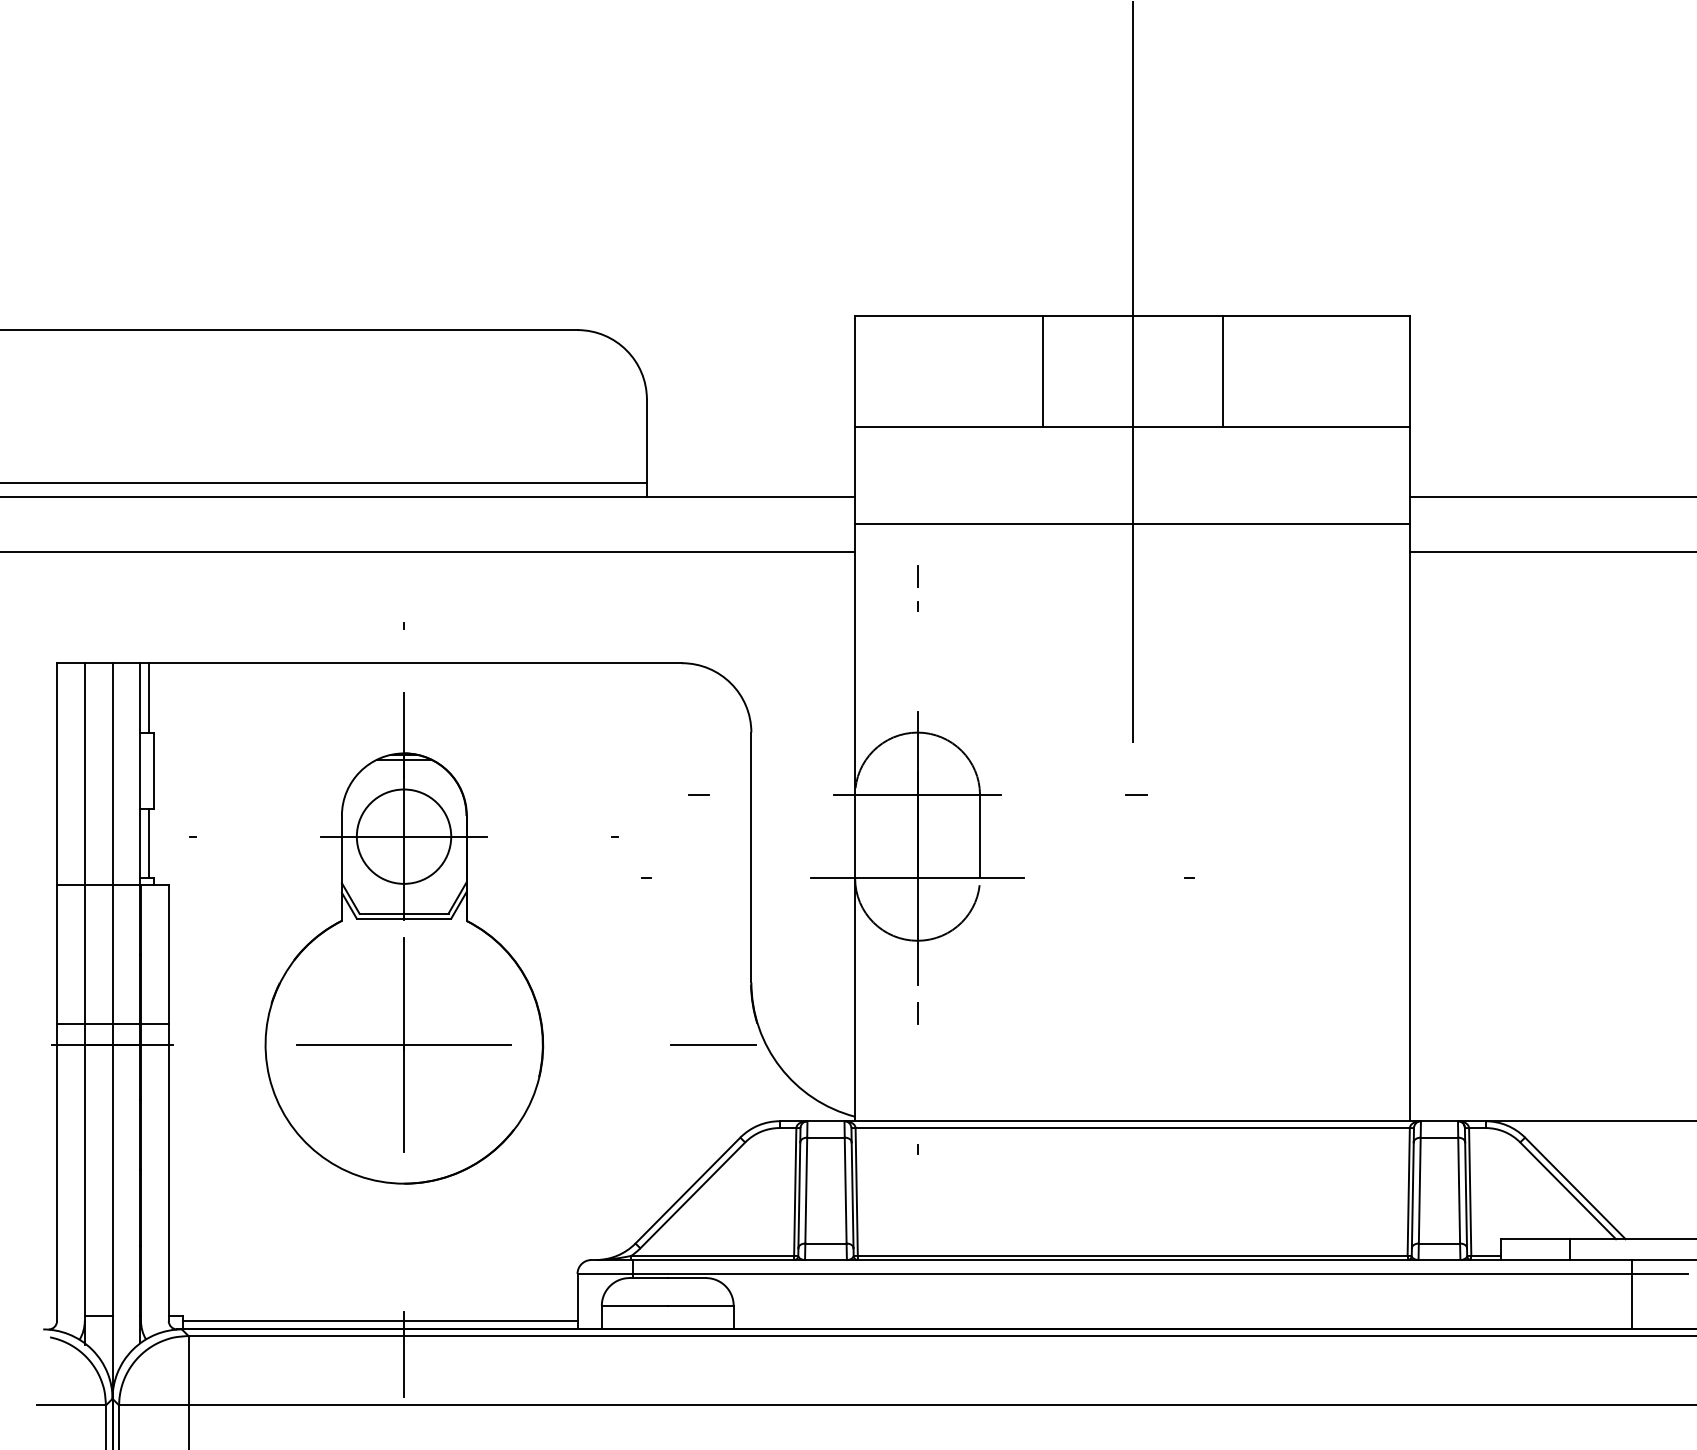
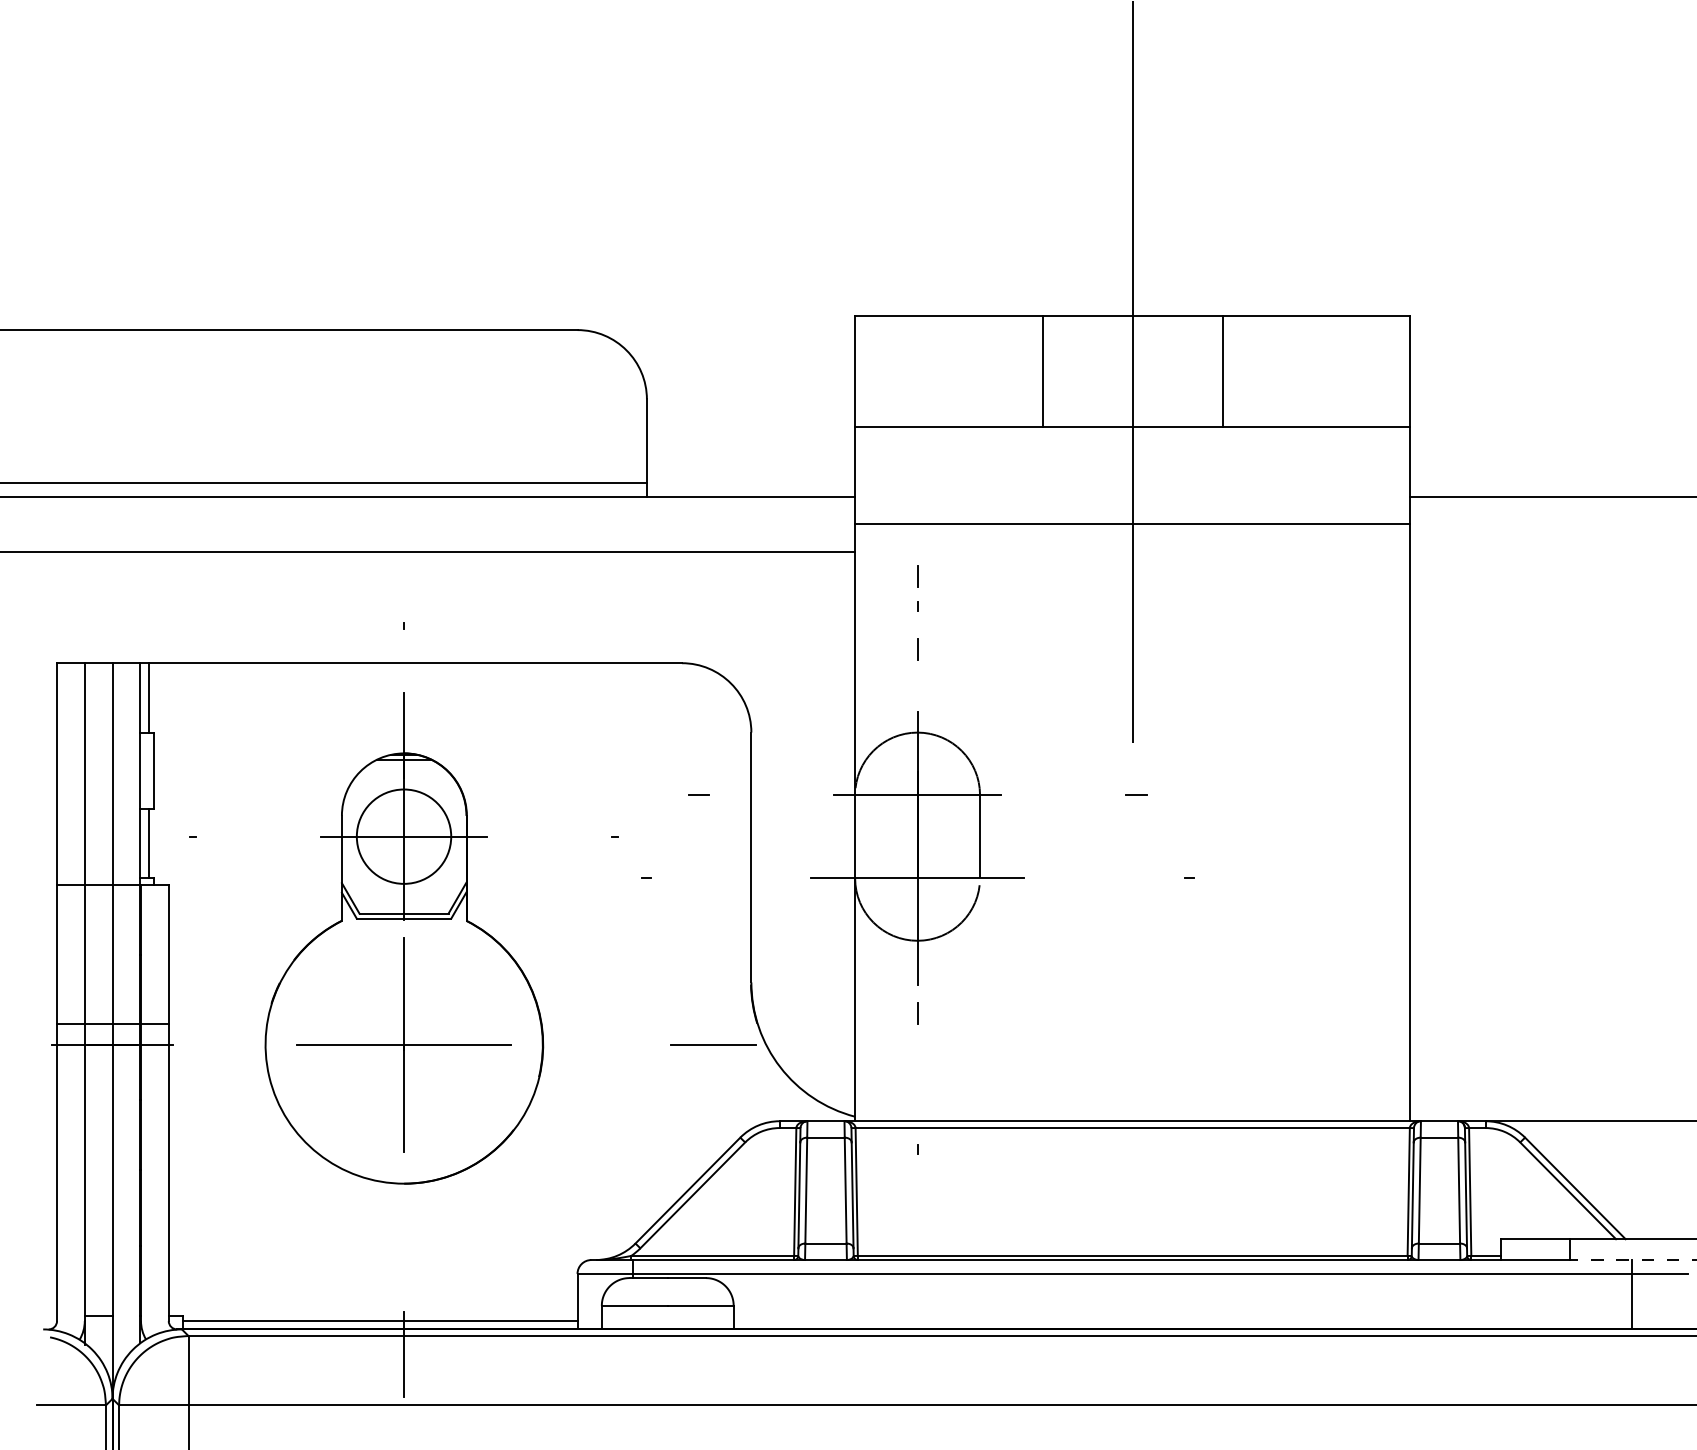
line at (1551, 552): present -> none
line at (917, 649): none -> present
line at (1633, 1260): solid -> dashed
